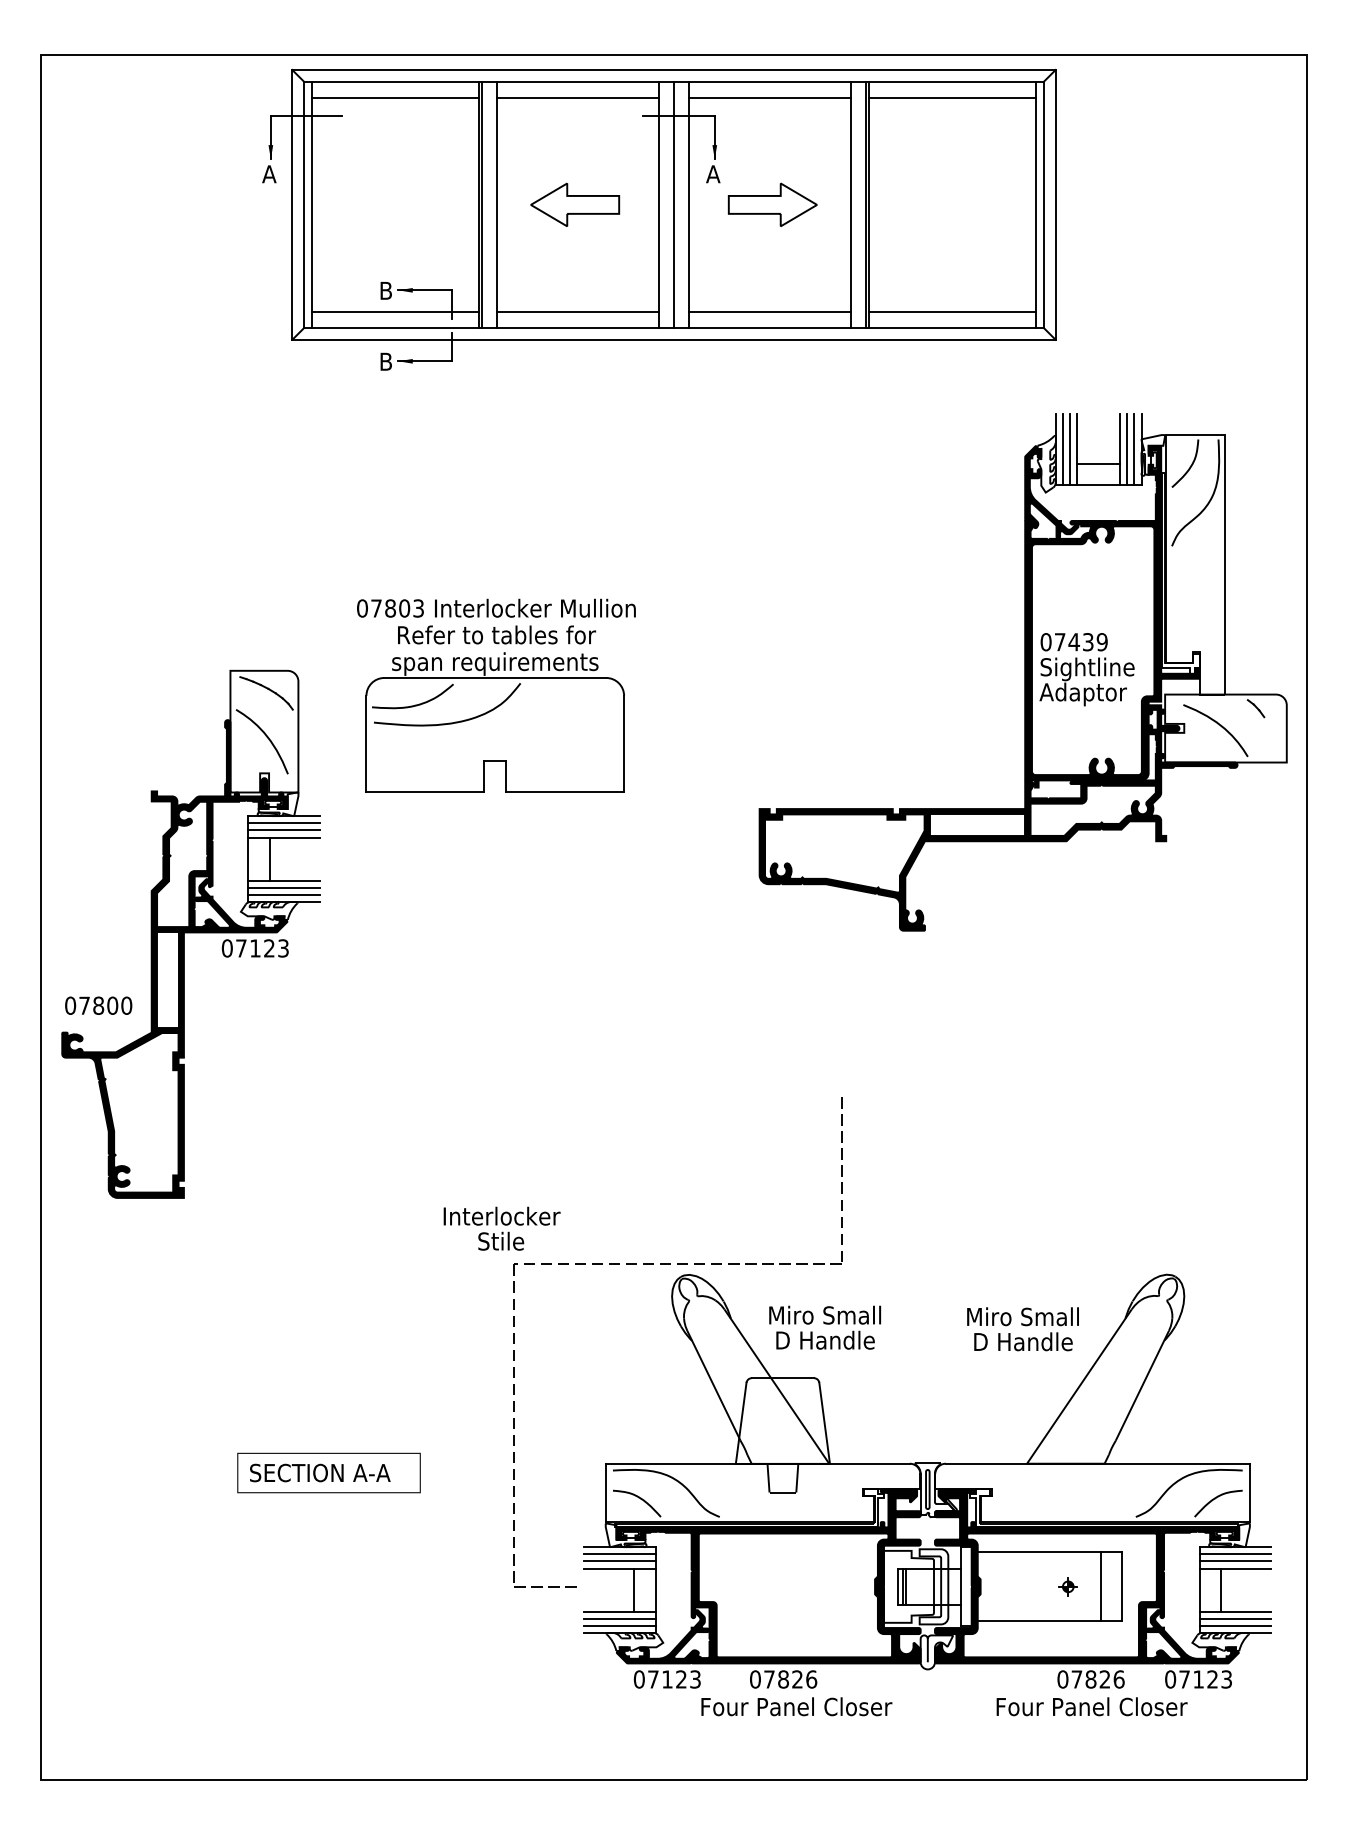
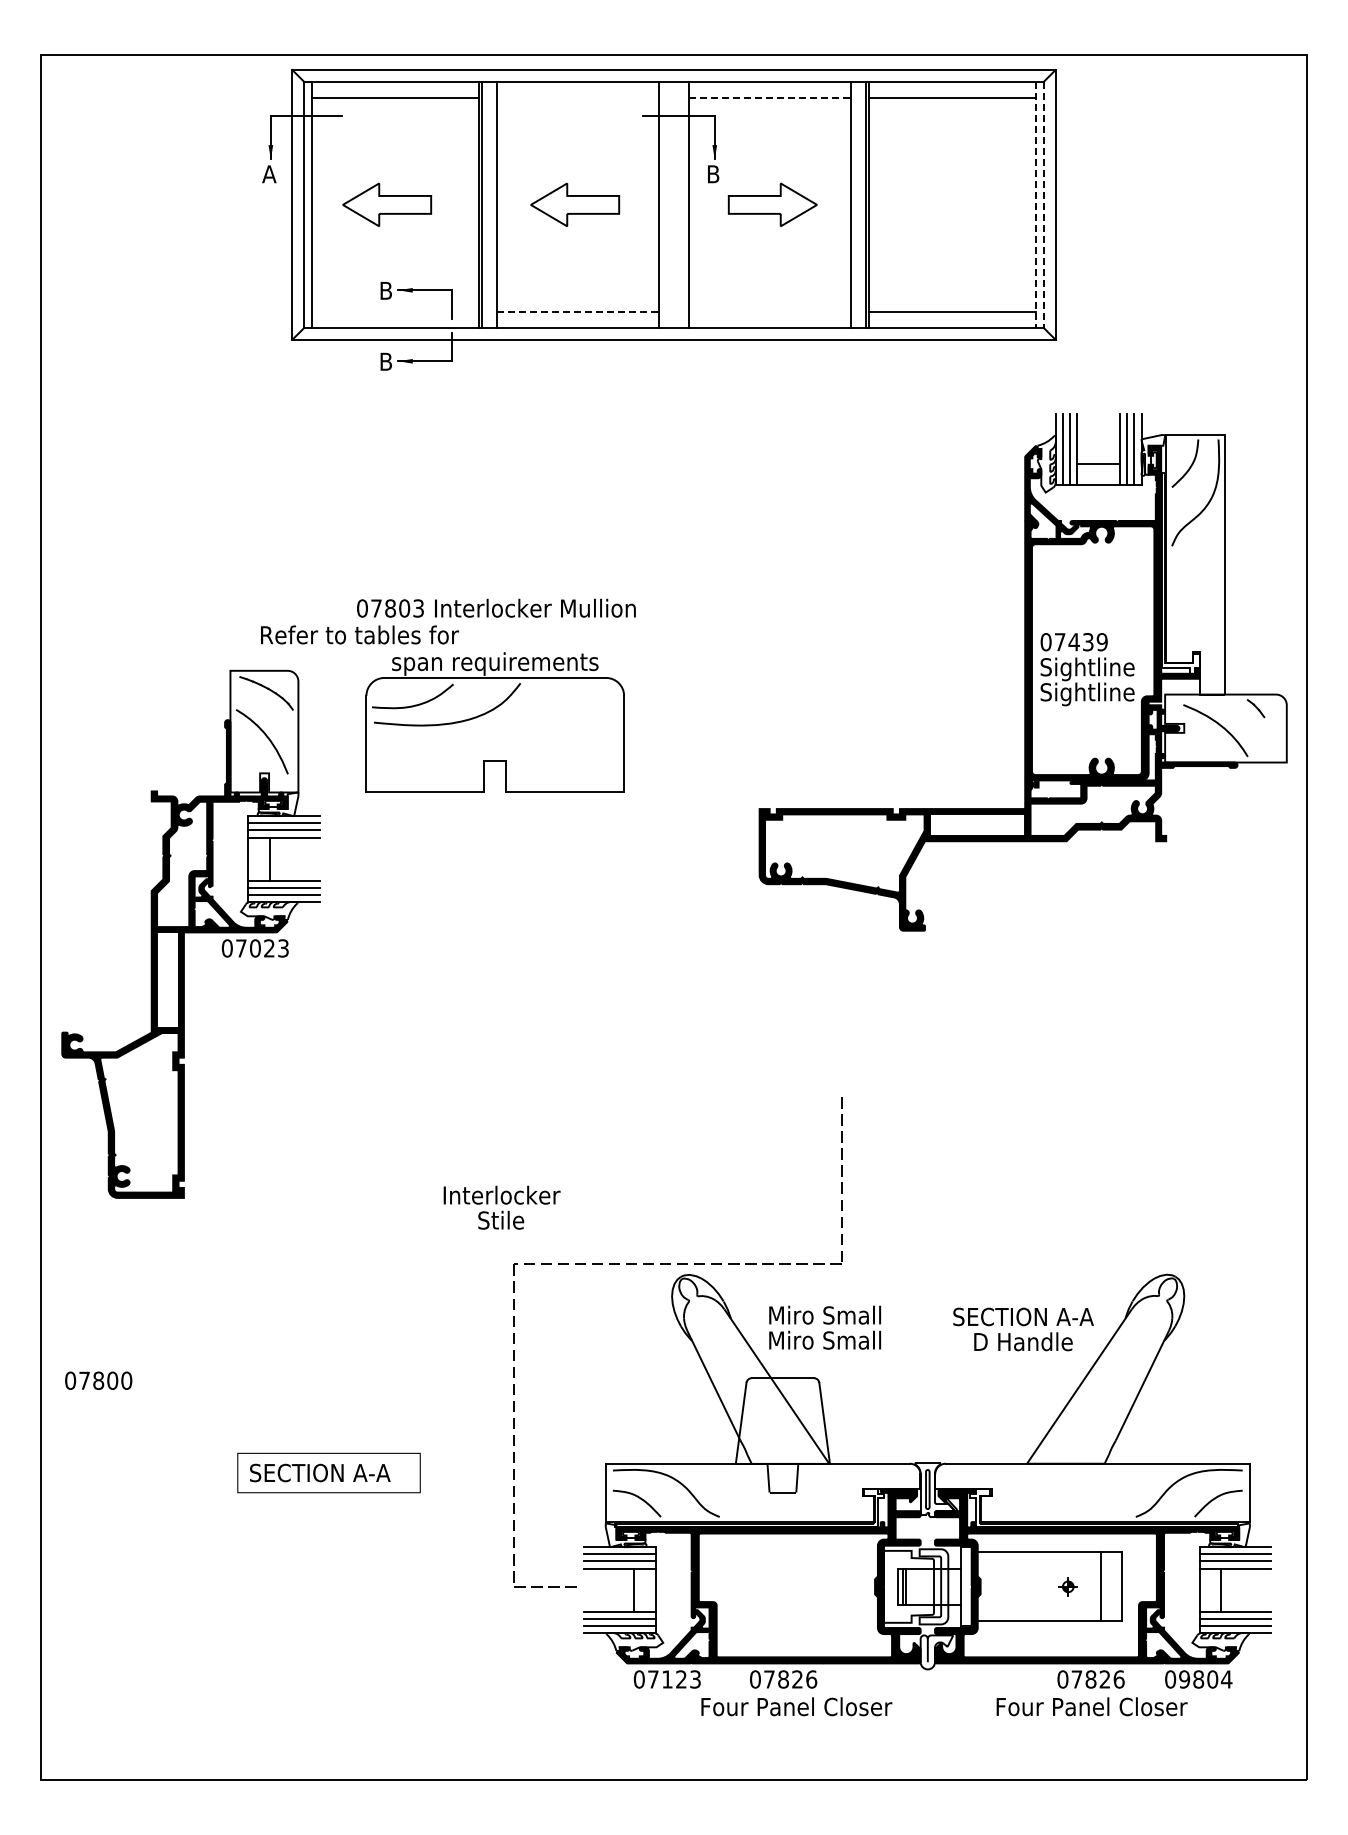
line at (577, 98): present -> none
line at (770, 98): solid -> dashed
text at (713, 174): A -> B
part at (387, 204): none -> present
line at (674, 204): present -> none
line at (1036, 205): solid -> dashed
line at (1044, 205): solid -> dashed
line at (394, 311): present -> none
line at (577, 311): solid -> dashed
line at (769, 311): present -> none
text at (497, 634) position: (497, 634) -> (360, 634)
text at (1086, 694): Adaptor -> Sightline
text at (255, 948): 07123 -> 07023
text at (98, 1005) position: (98, 1005) -> (98, 1380)
text at (501, 1228) position: (501, 1228) -> (501, 1207)
text at (1023, 1316): Miro Small -> SECTION A-A
text at (825, 1339): D Handle -> Miro Small
text at (1205, 1679): 07123 -> 09804
